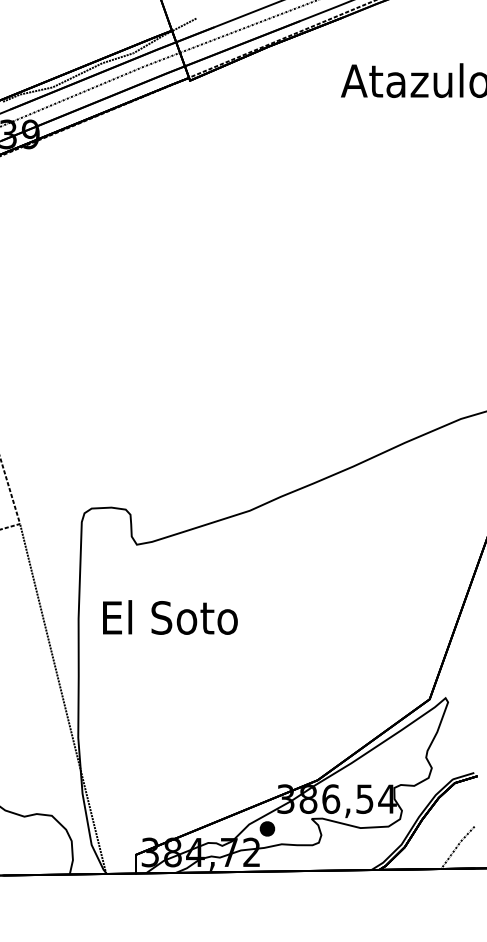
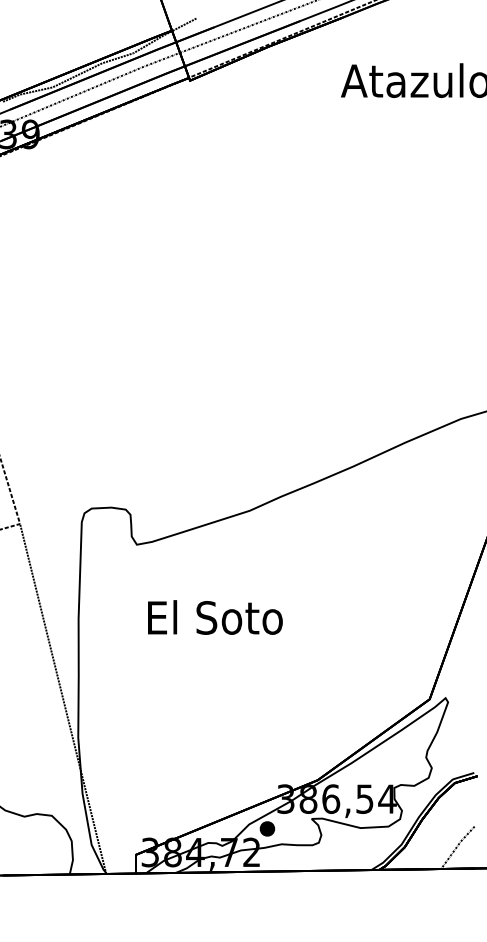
text at (170, 617) position: (170, 617) -> (215, 617)
